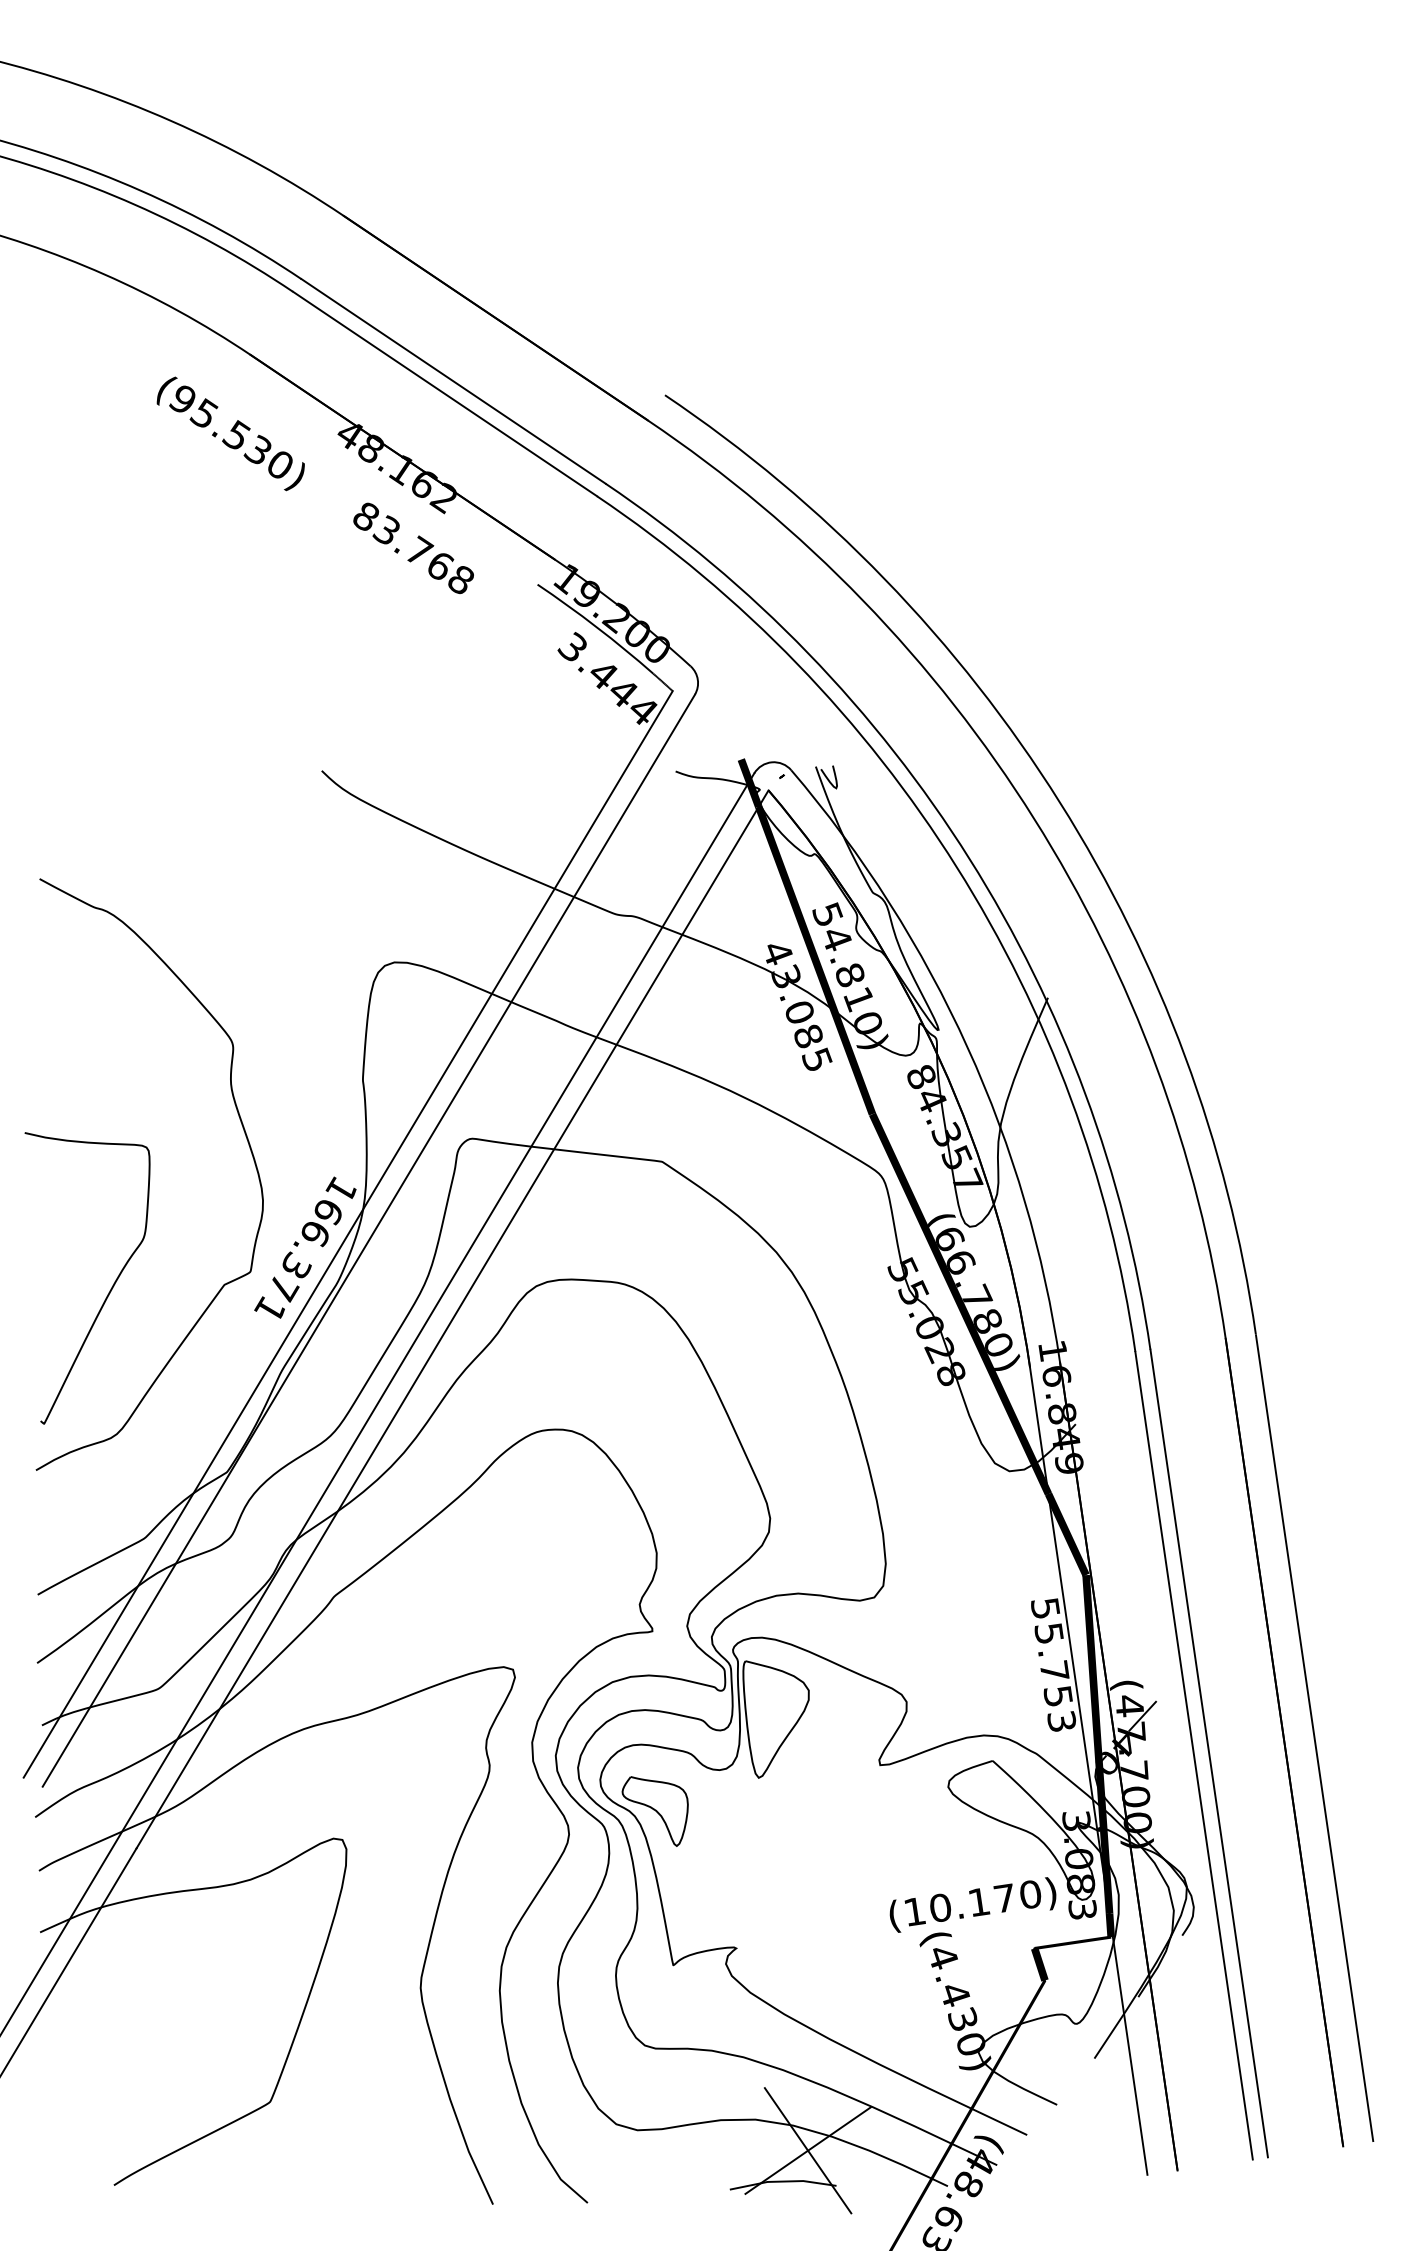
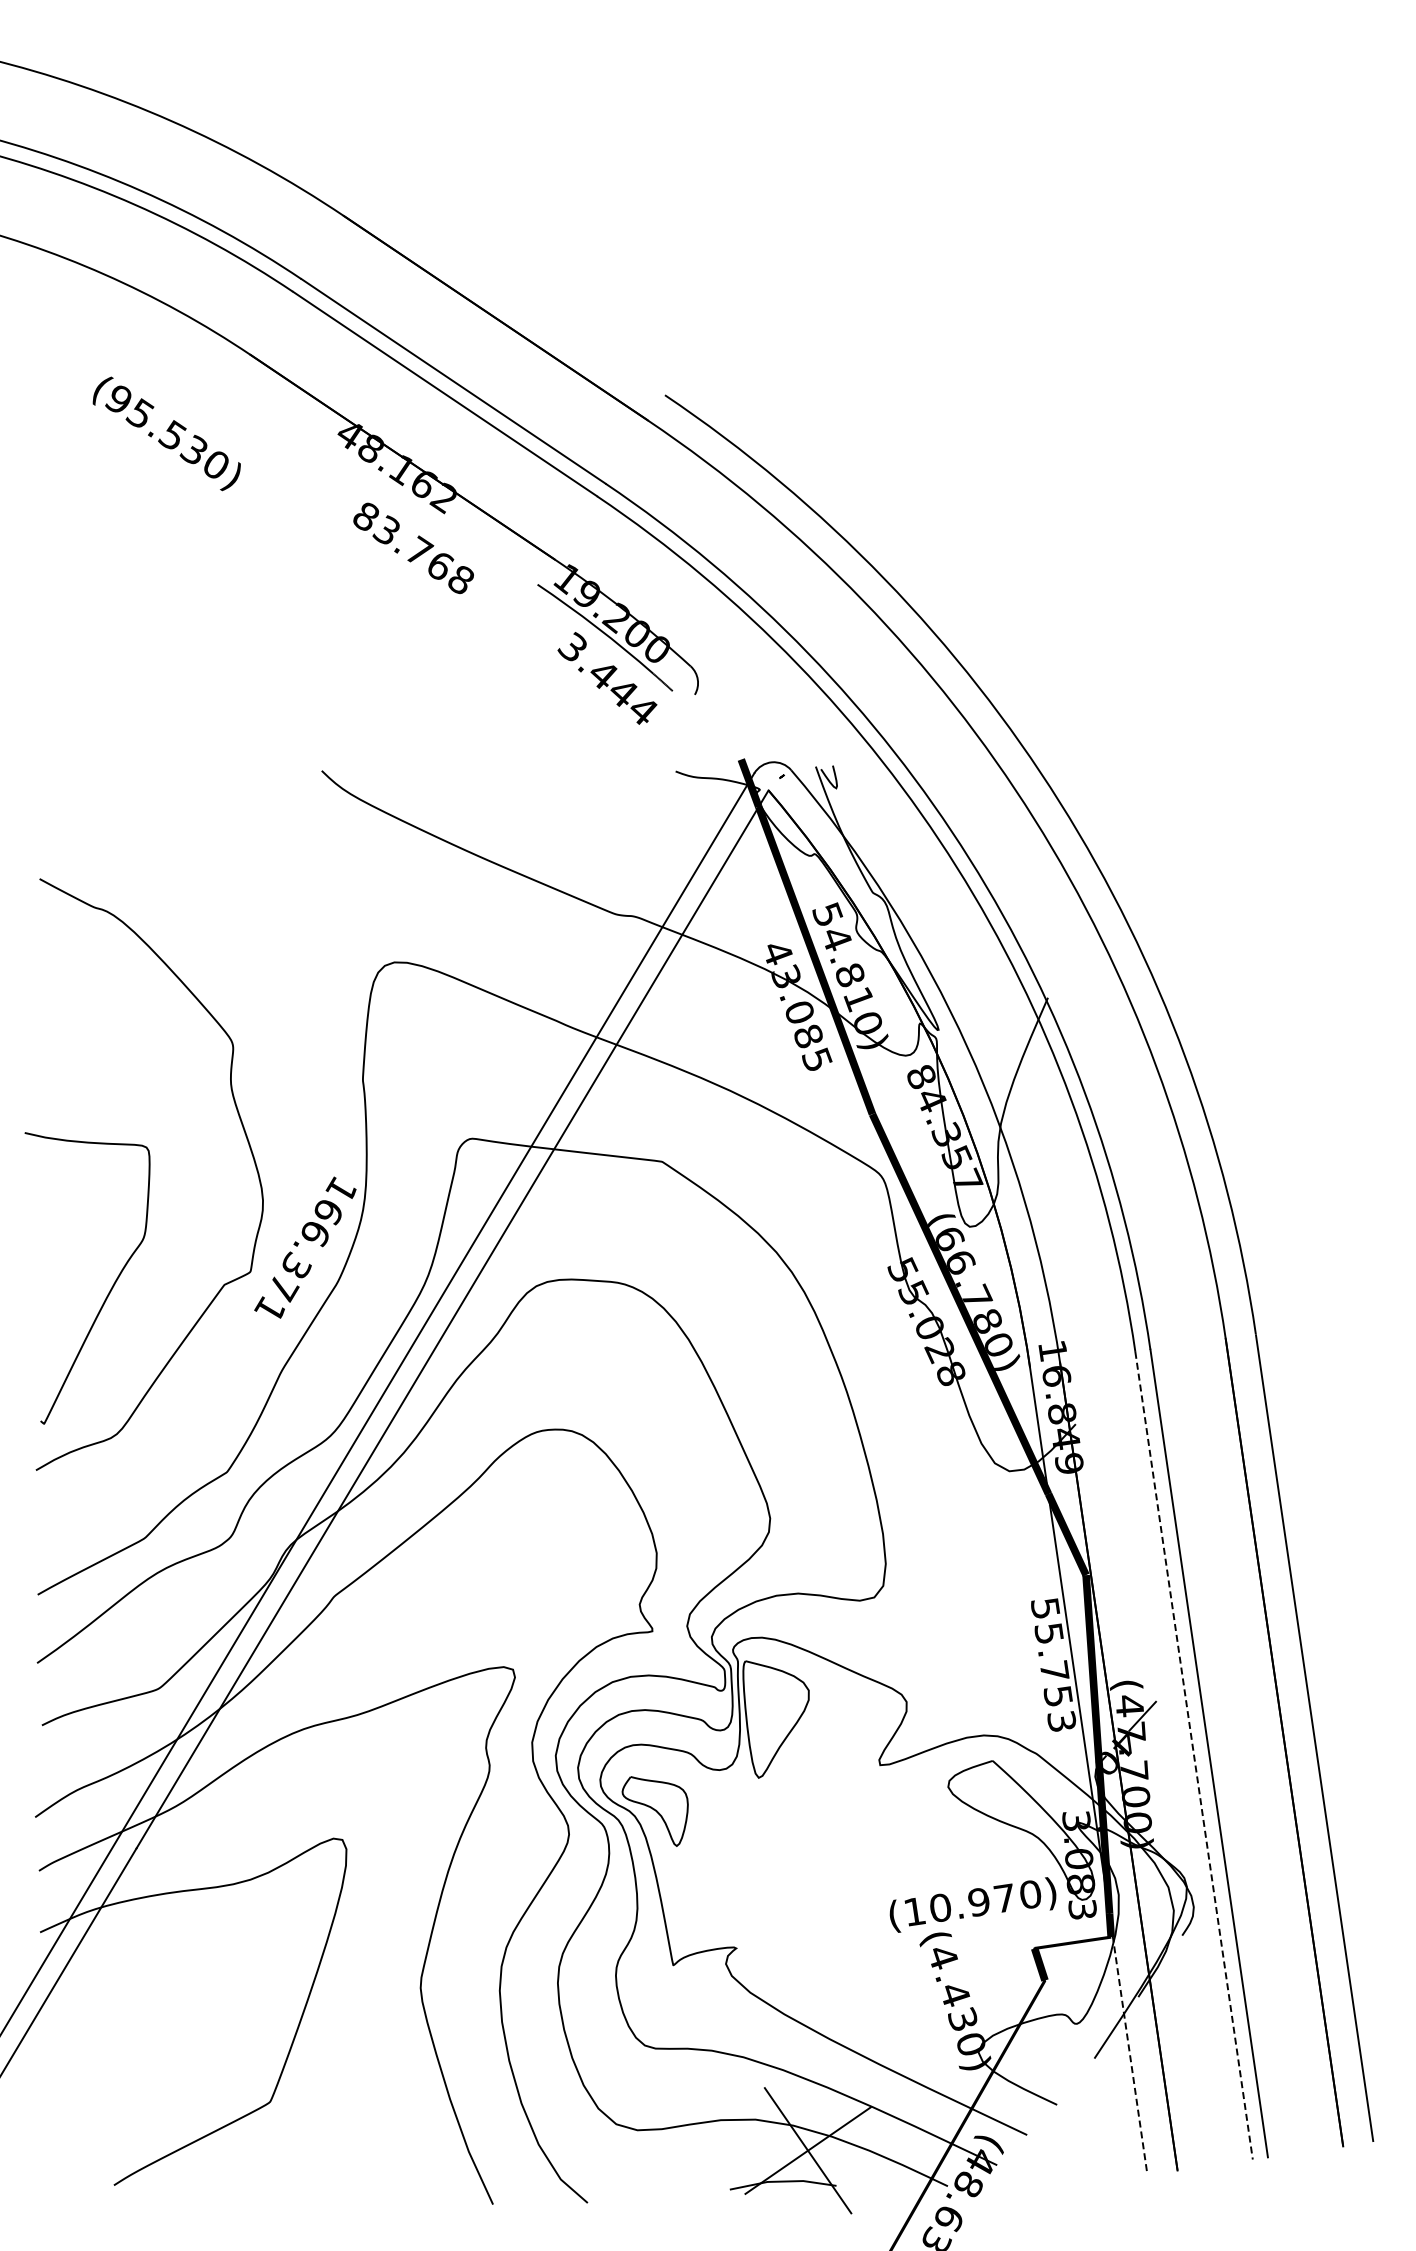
text at (230, 433) position: (230, 433) -> (166, 433)
line at (347, 1234): present -> none
line at (368, 1240): present -> none
line at (1194, 1756): solid -> dashed
text at (979, 1902): (10.170) -> (10.970)
line at (1128, 2044): solid -> dashed
